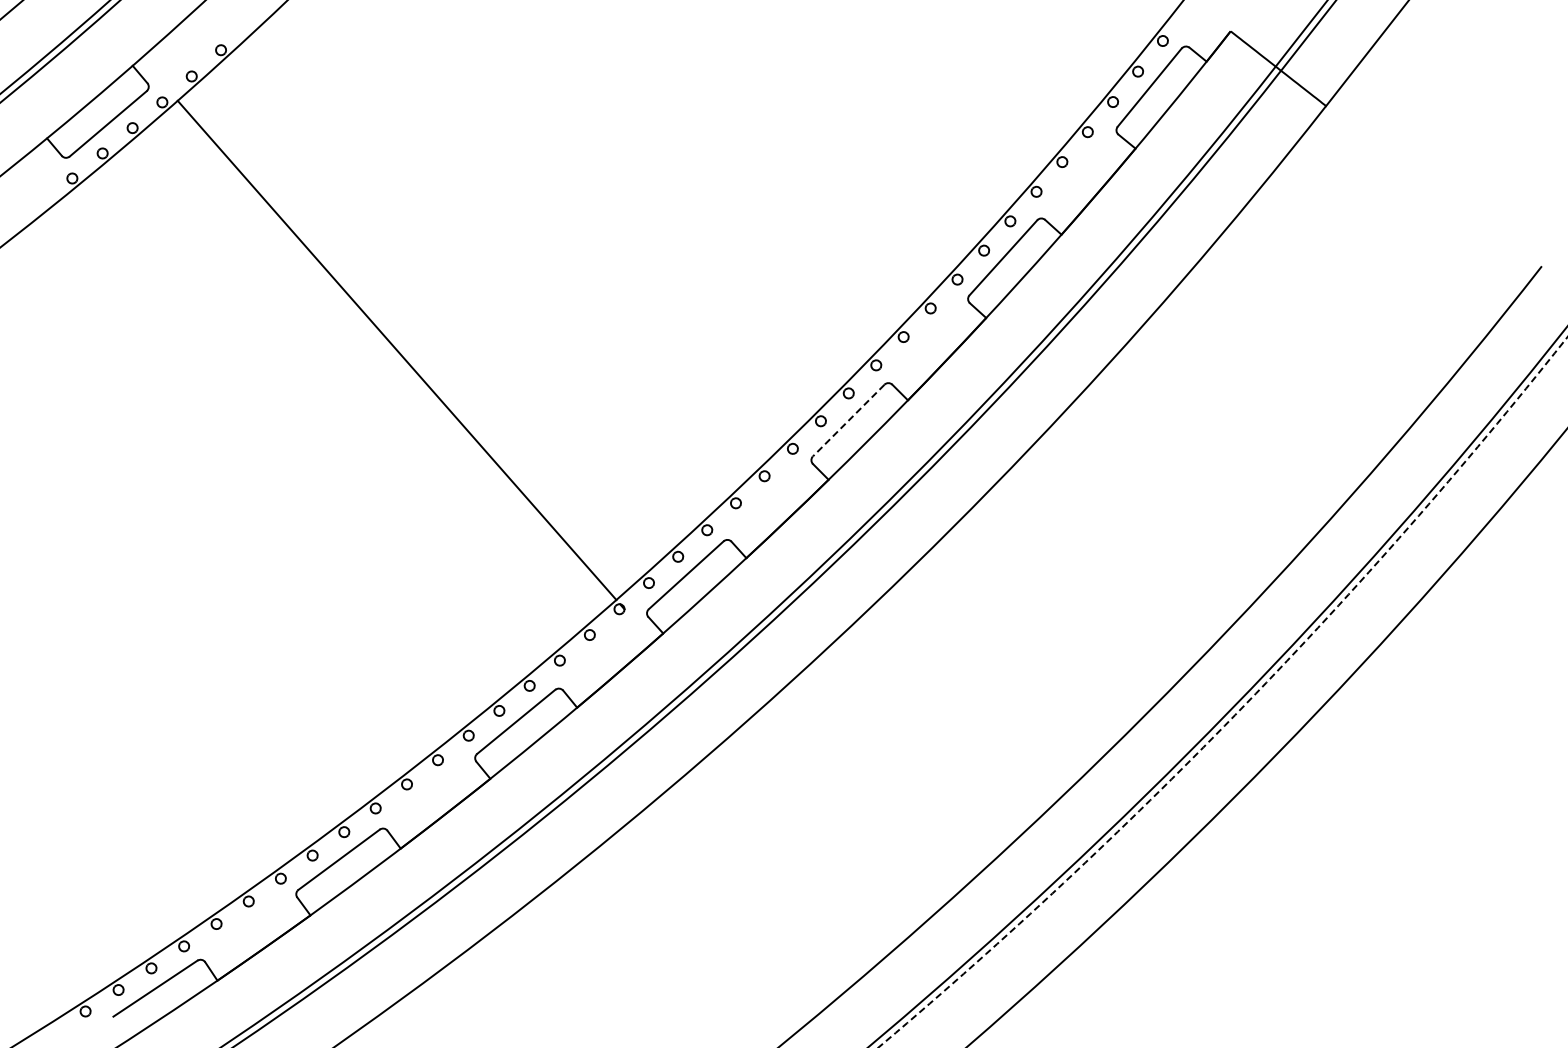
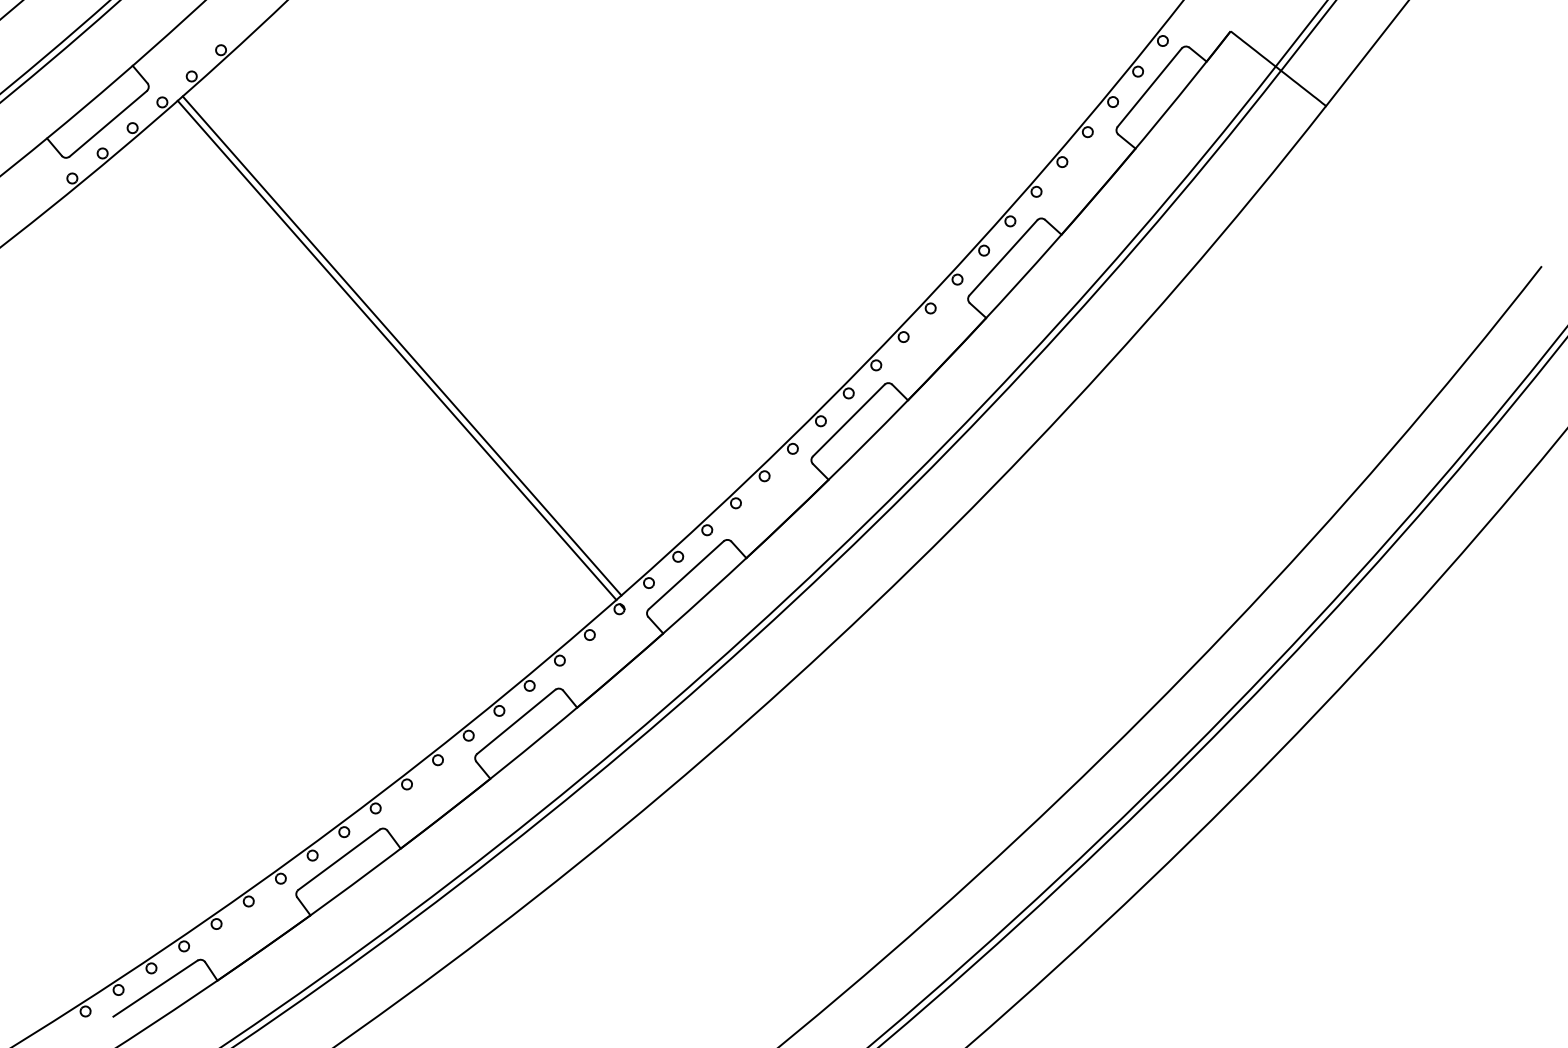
line at (401, 345): none -> present
line at (848, 420): dashed -> solid
arc at (1241, 708): dashed -> solid
